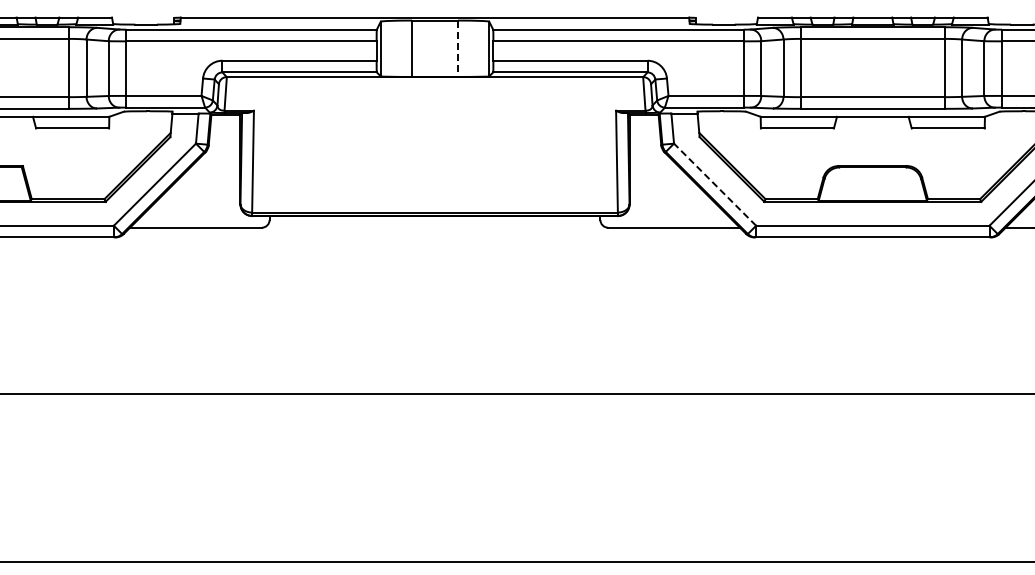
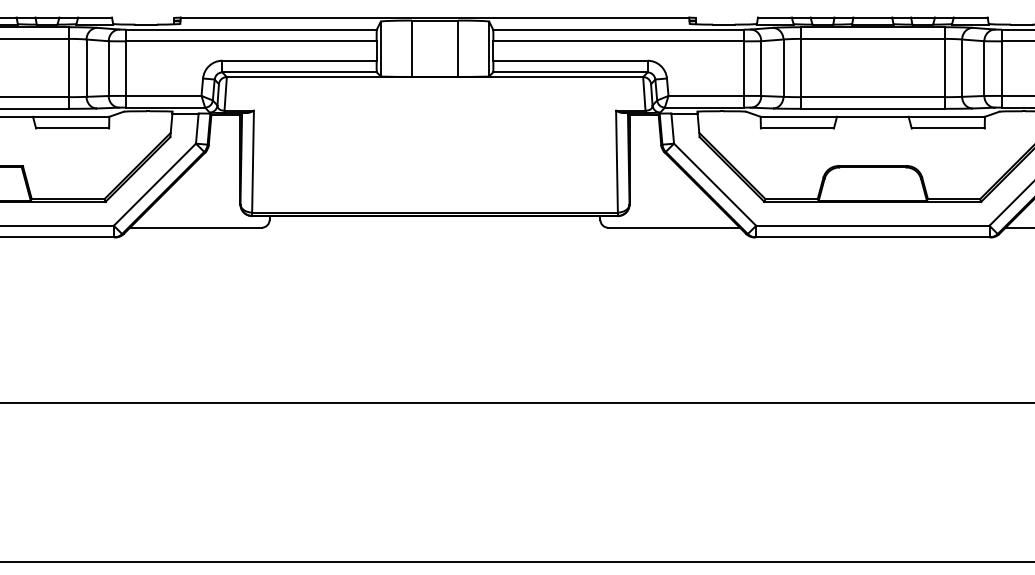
line at (458, 49): dashed -> solid
line at (714, 184): dashed -> solid
line at (516, 393) position: (516, 393) -> (516, 402)
